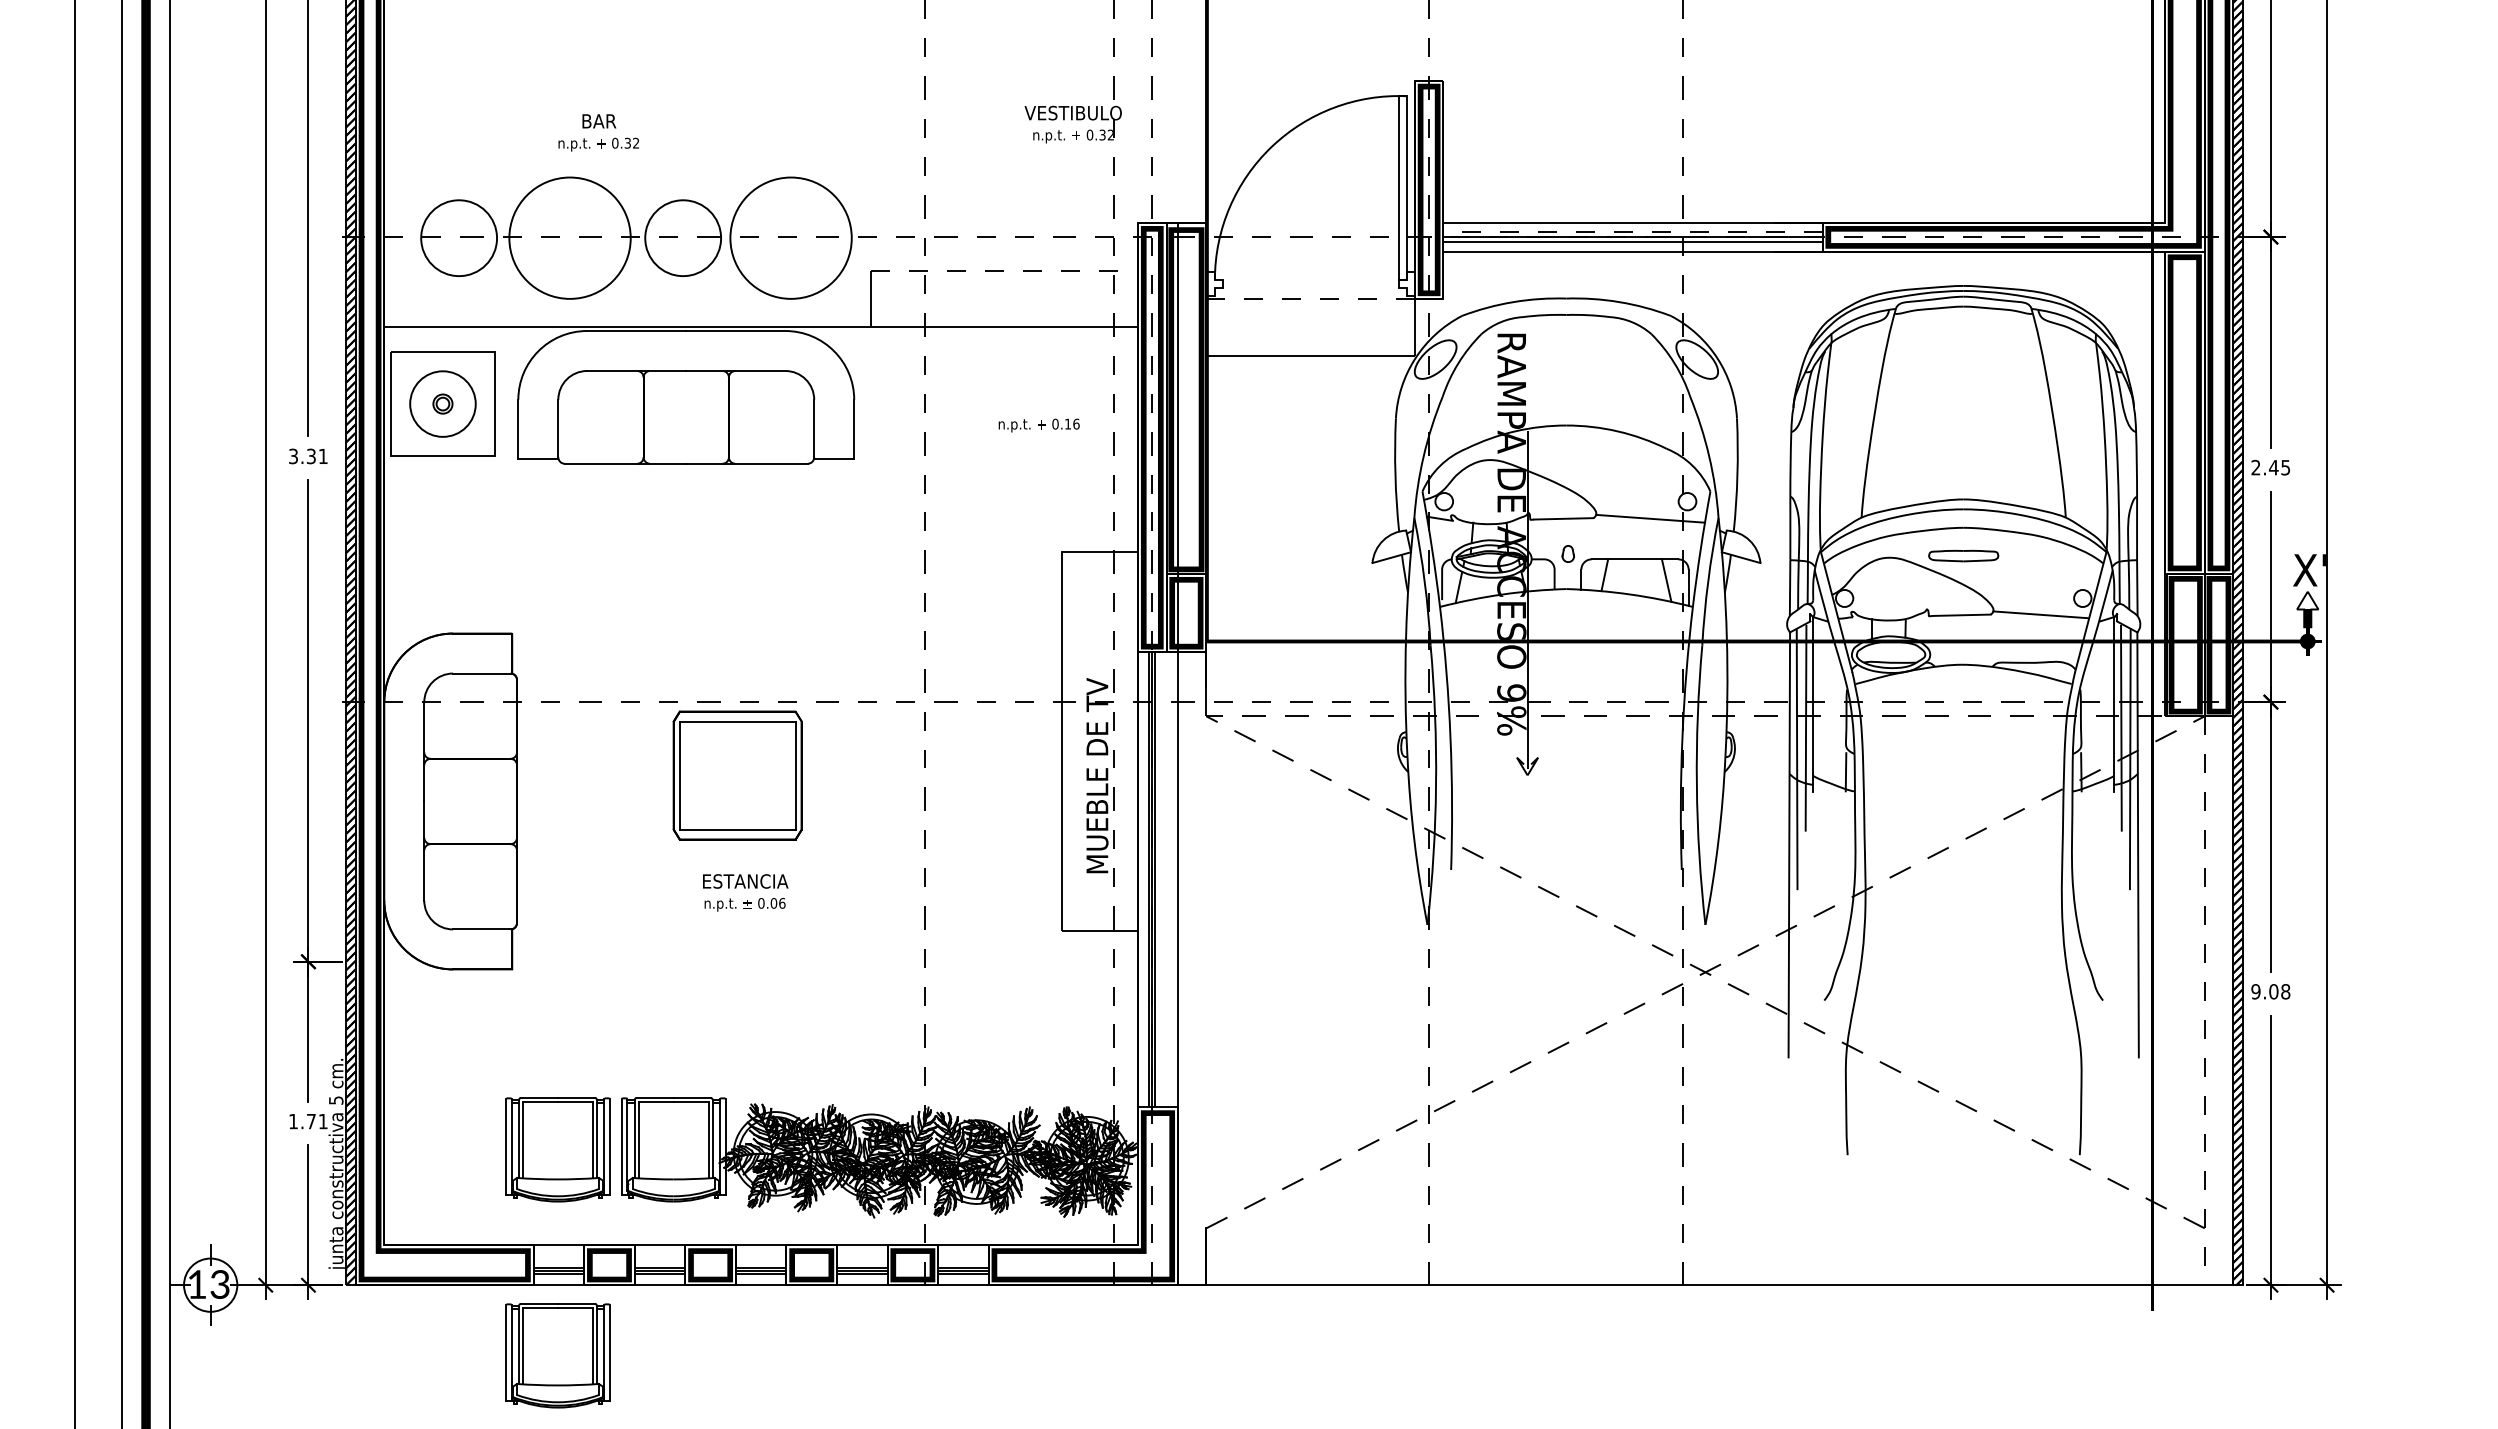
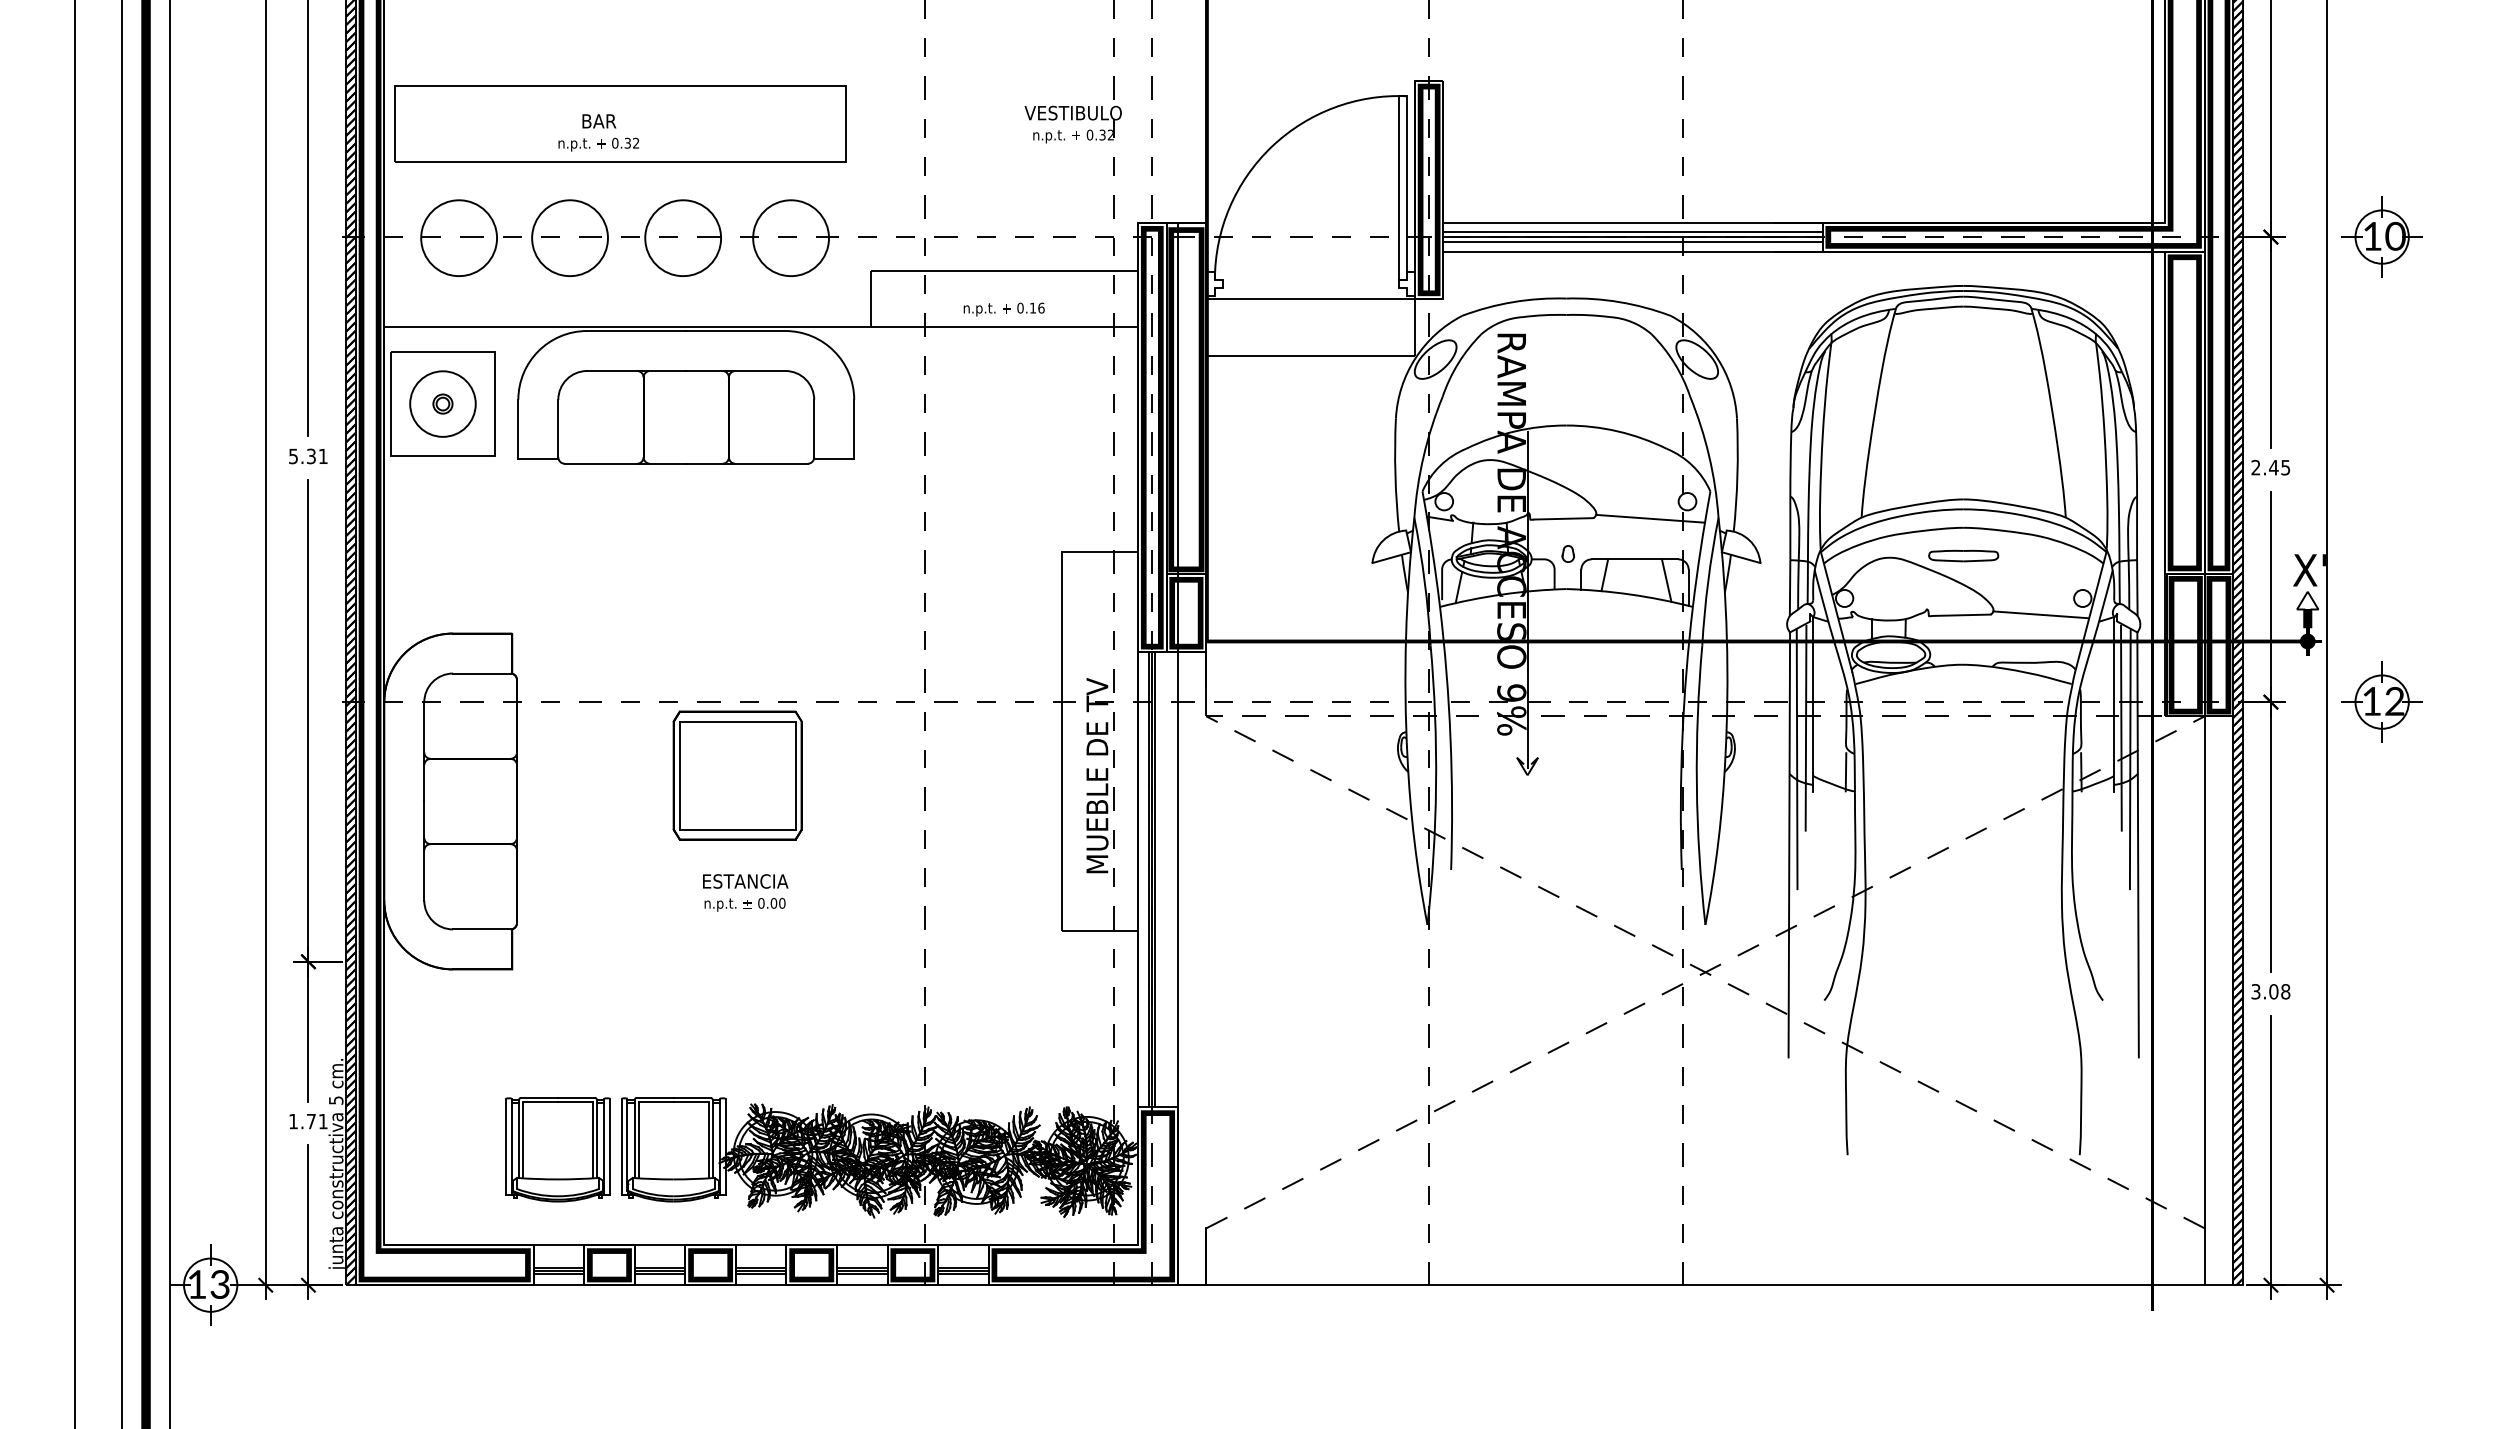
part at (620, 123): none -> present
line at (1632, 232): dashed -> solid
part at (2381, 236): none -> present
circle at (569, 237) diameter: 121 px -> 76 px
circle at (790, 237) diameter: 121 px -> 76 px
line at (1005, 270): dashed -> solid
line at (1310, 298): dashed -> solid
text at (1038, 425) position: (1038, 425) -> (1003, 309)
text at (293, 455): 3.31 -> 5.31
part at (2381, 701): none -> present
text at (782, 903): 0.06 -> 0.00
text at (2255, 991): 9.08 -> 3.08
line at (2204, 1001): dashed -> solid
part at (557, 1355): present -> none
